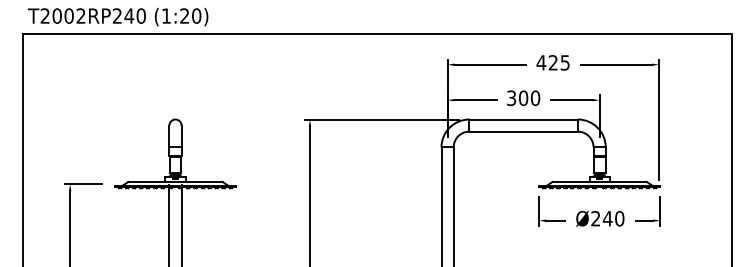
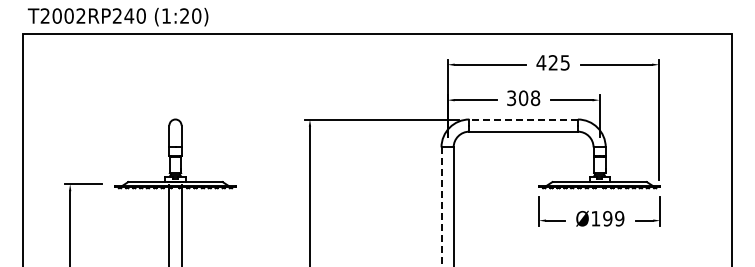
text at (535, 97): 300 -> 308
line at (523, 119): solid -> dashed
line at (441, 207): solid -> dashed
text at (607, 218): Ø240 -> Ø199
